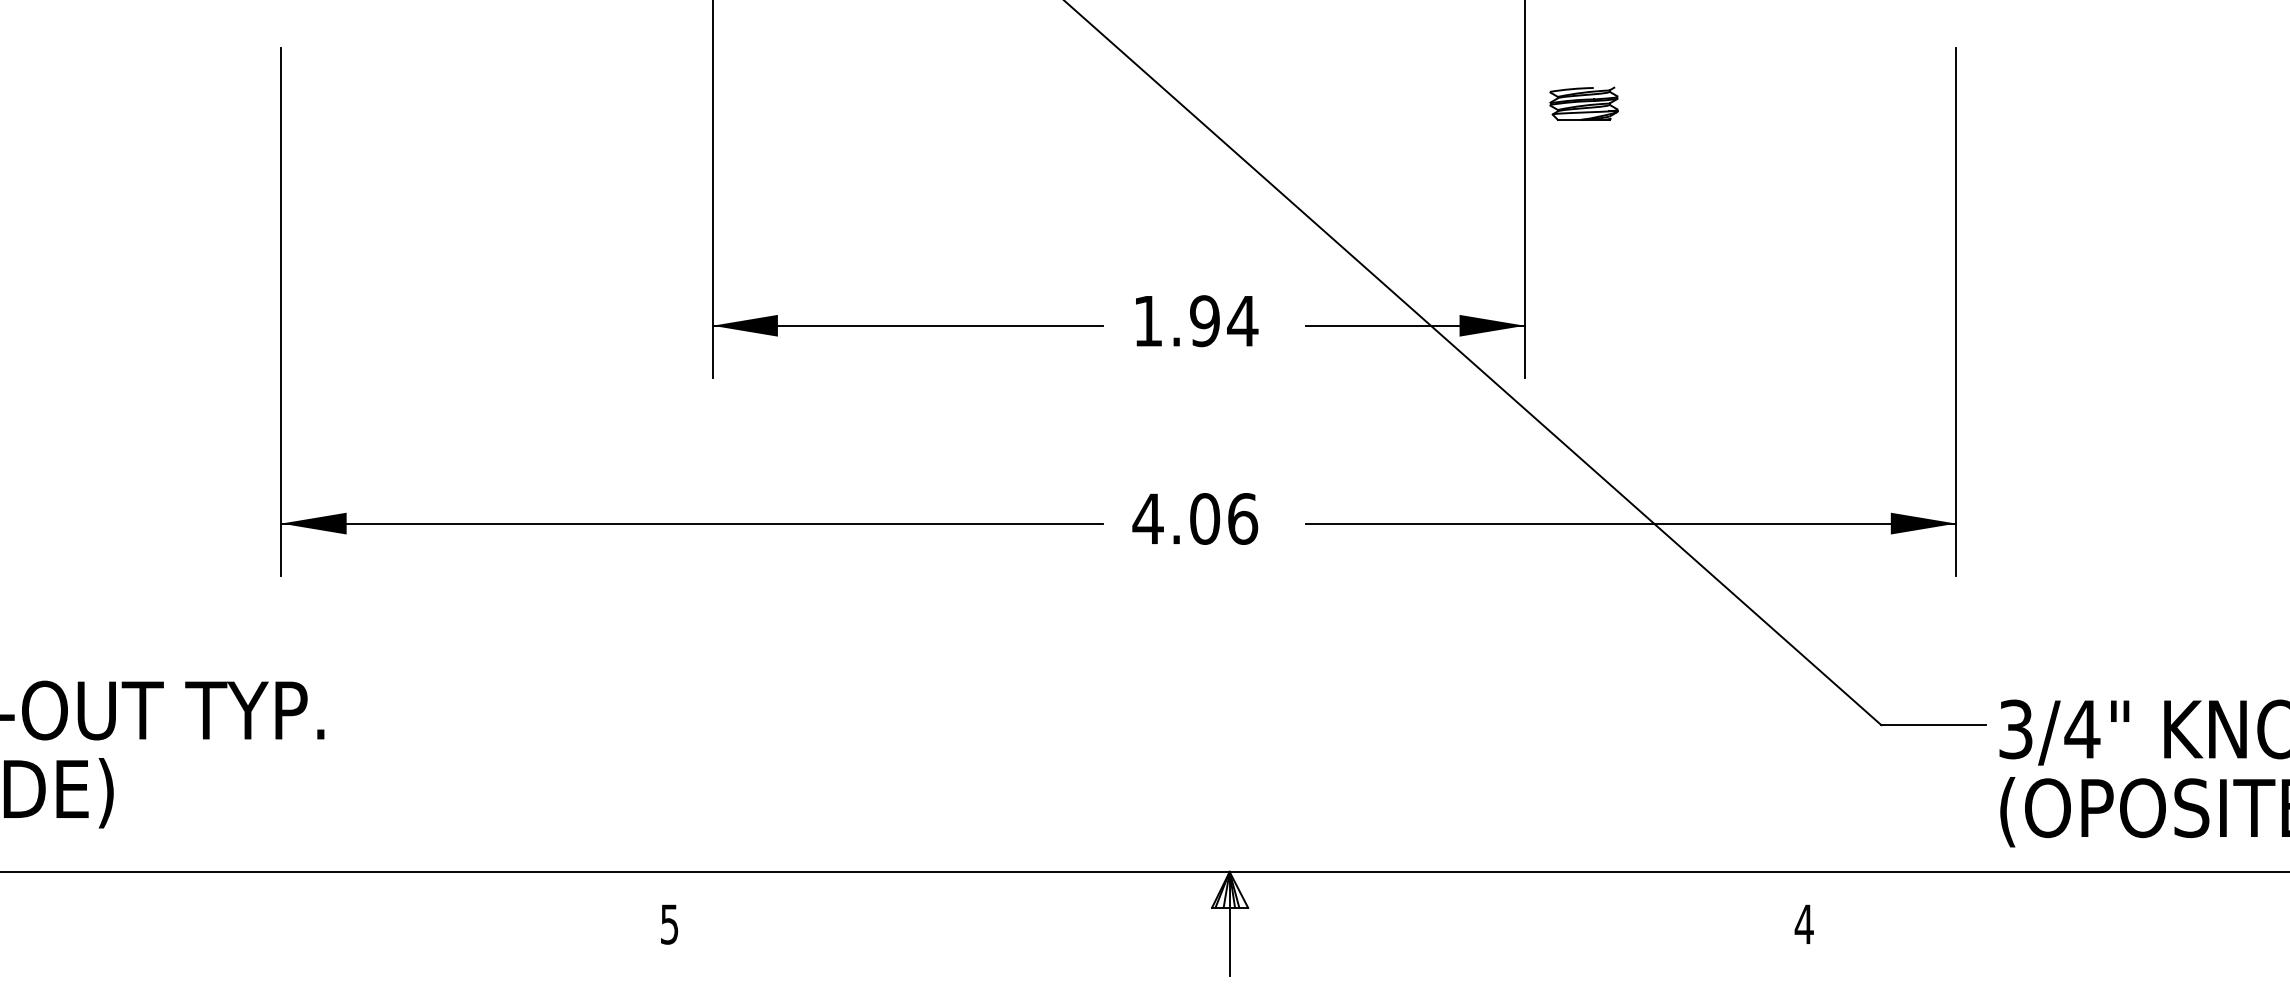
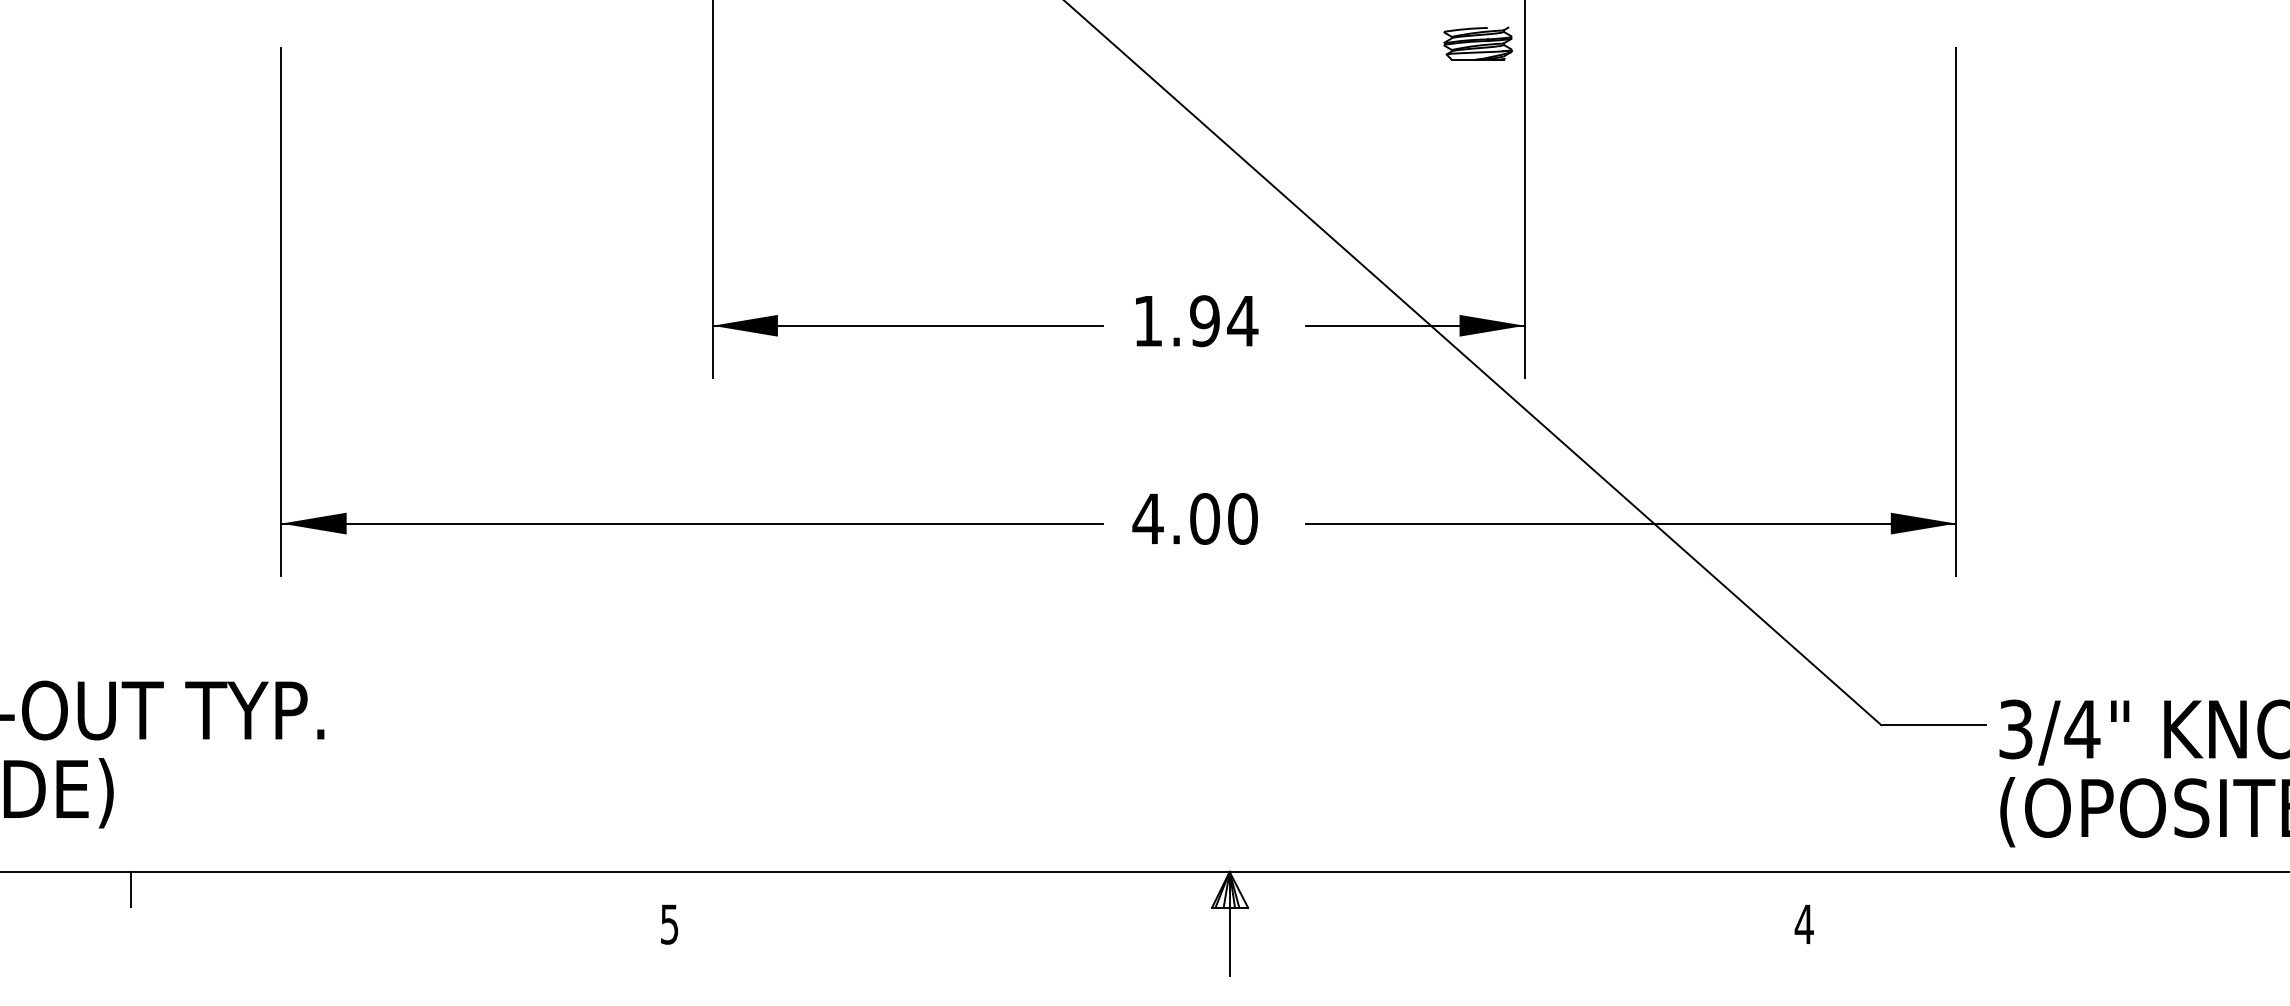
part at (1583, 103) position: (1583, 103) -> (1477, 43)
text at (1243, 518): 4.06 -> 4.00
line at (130, 889): none -> present
